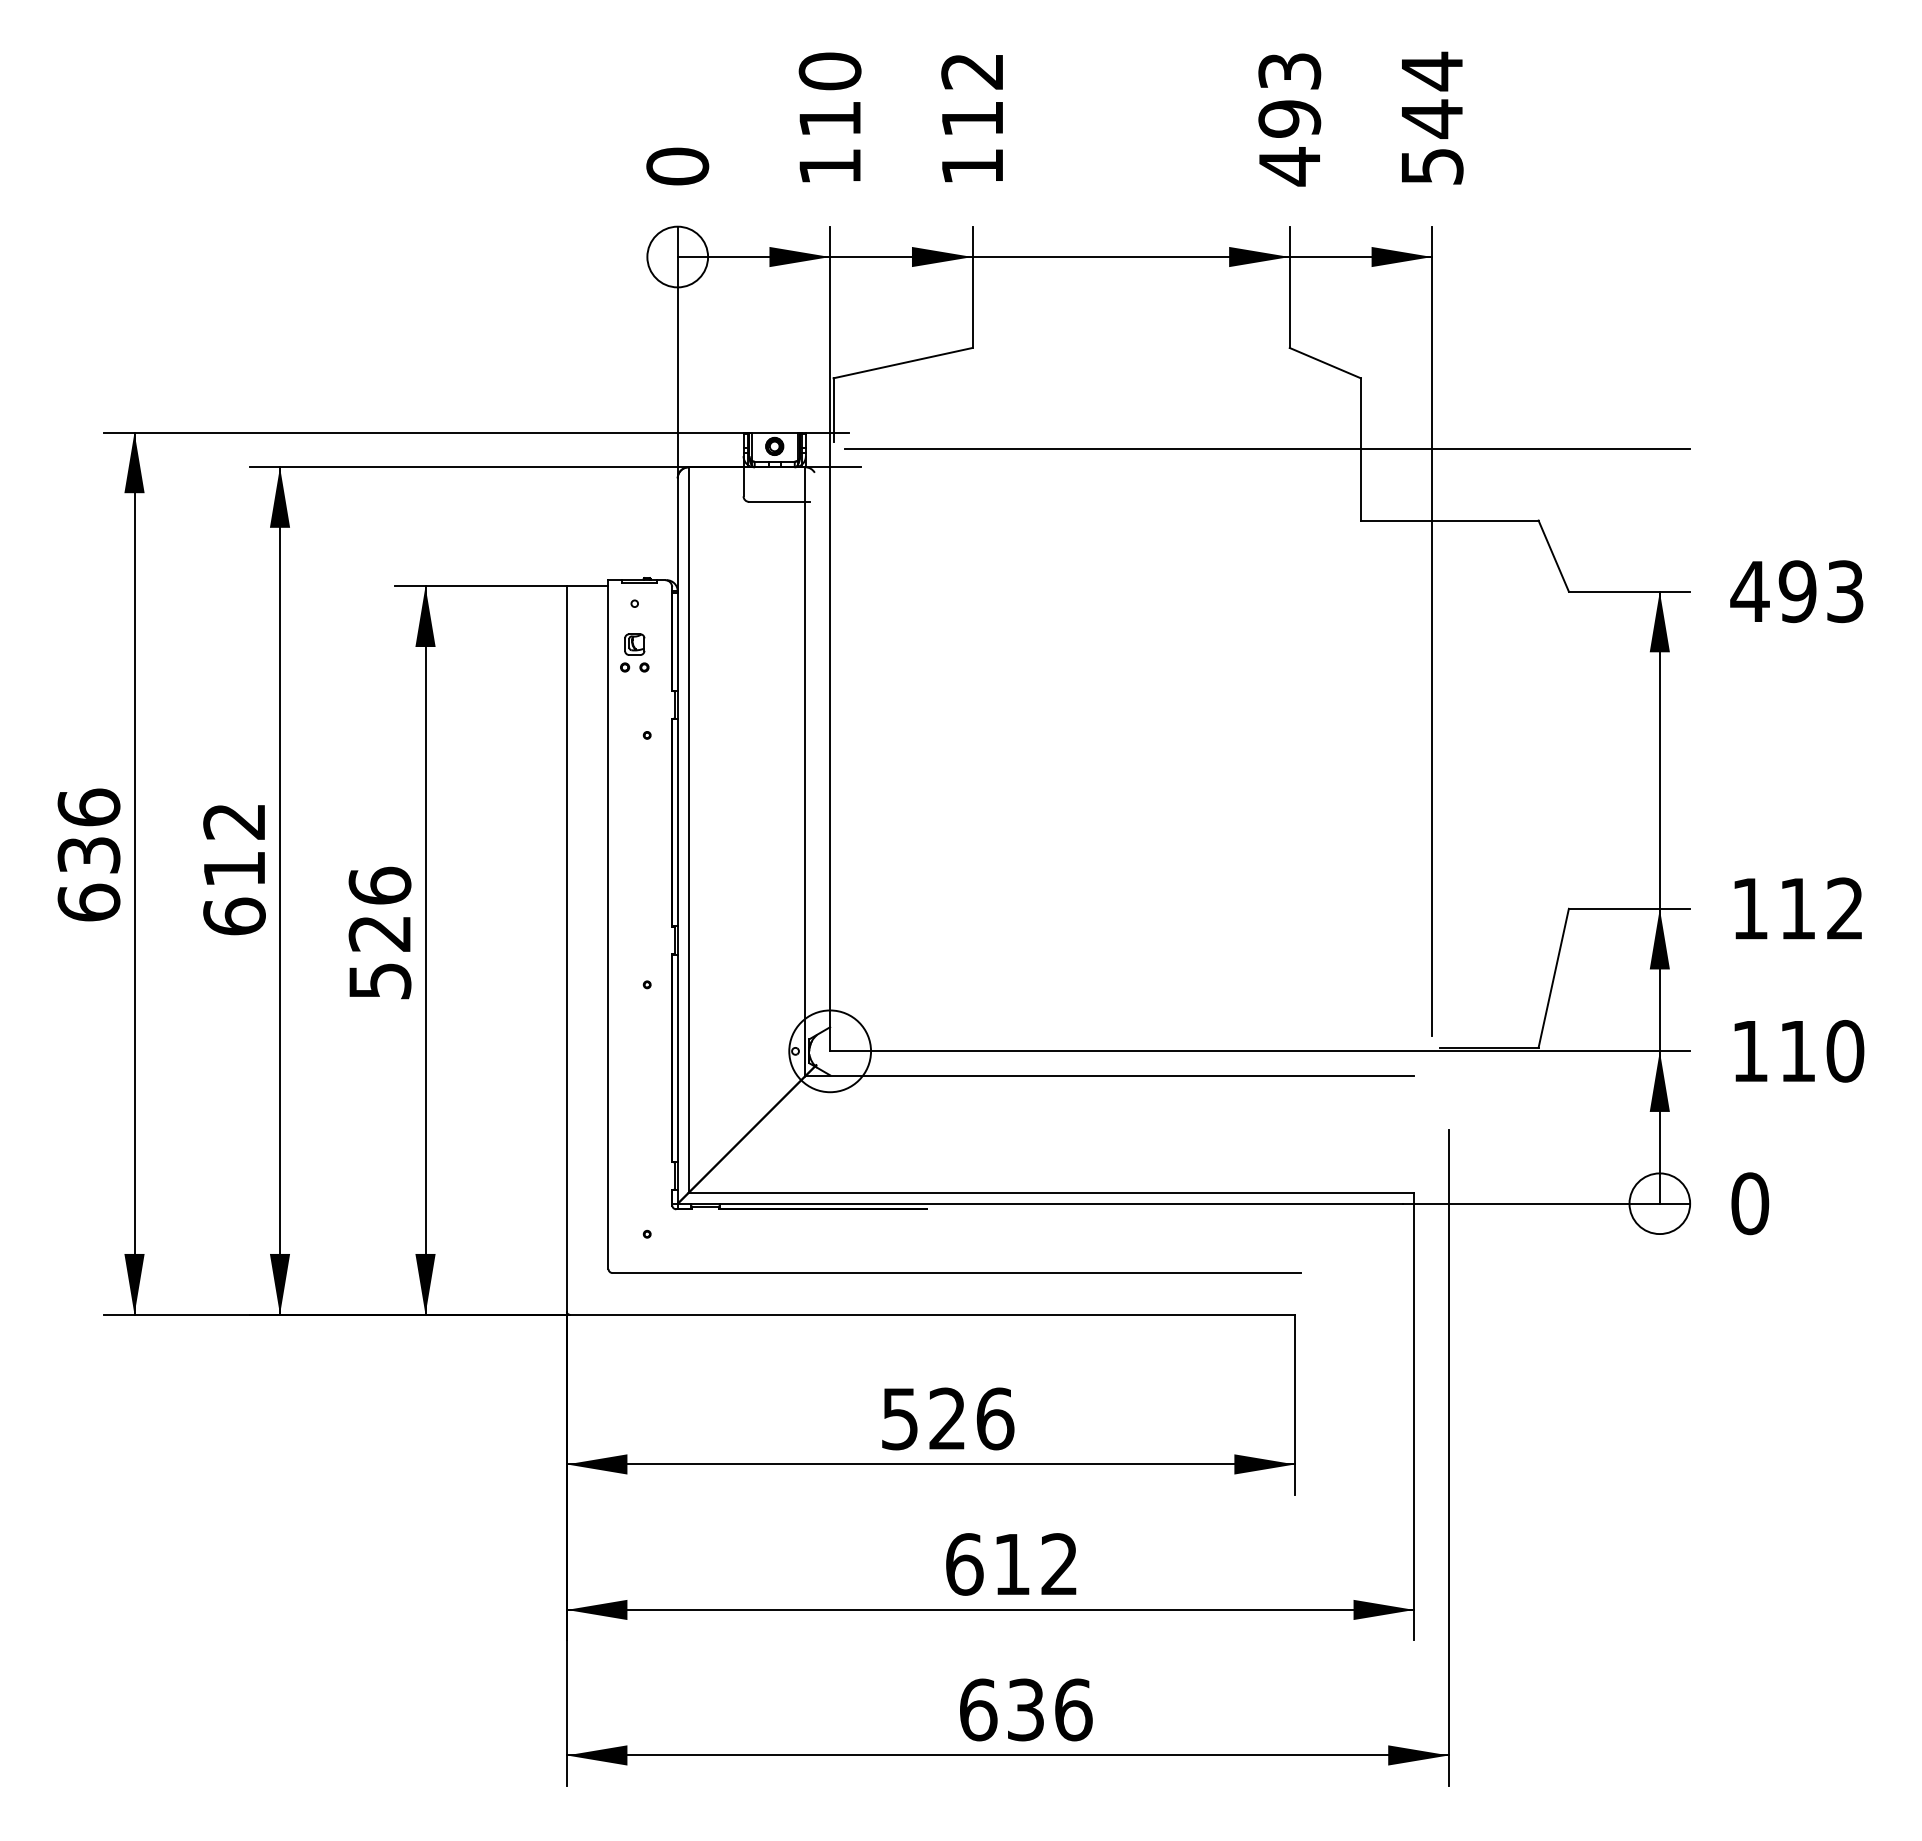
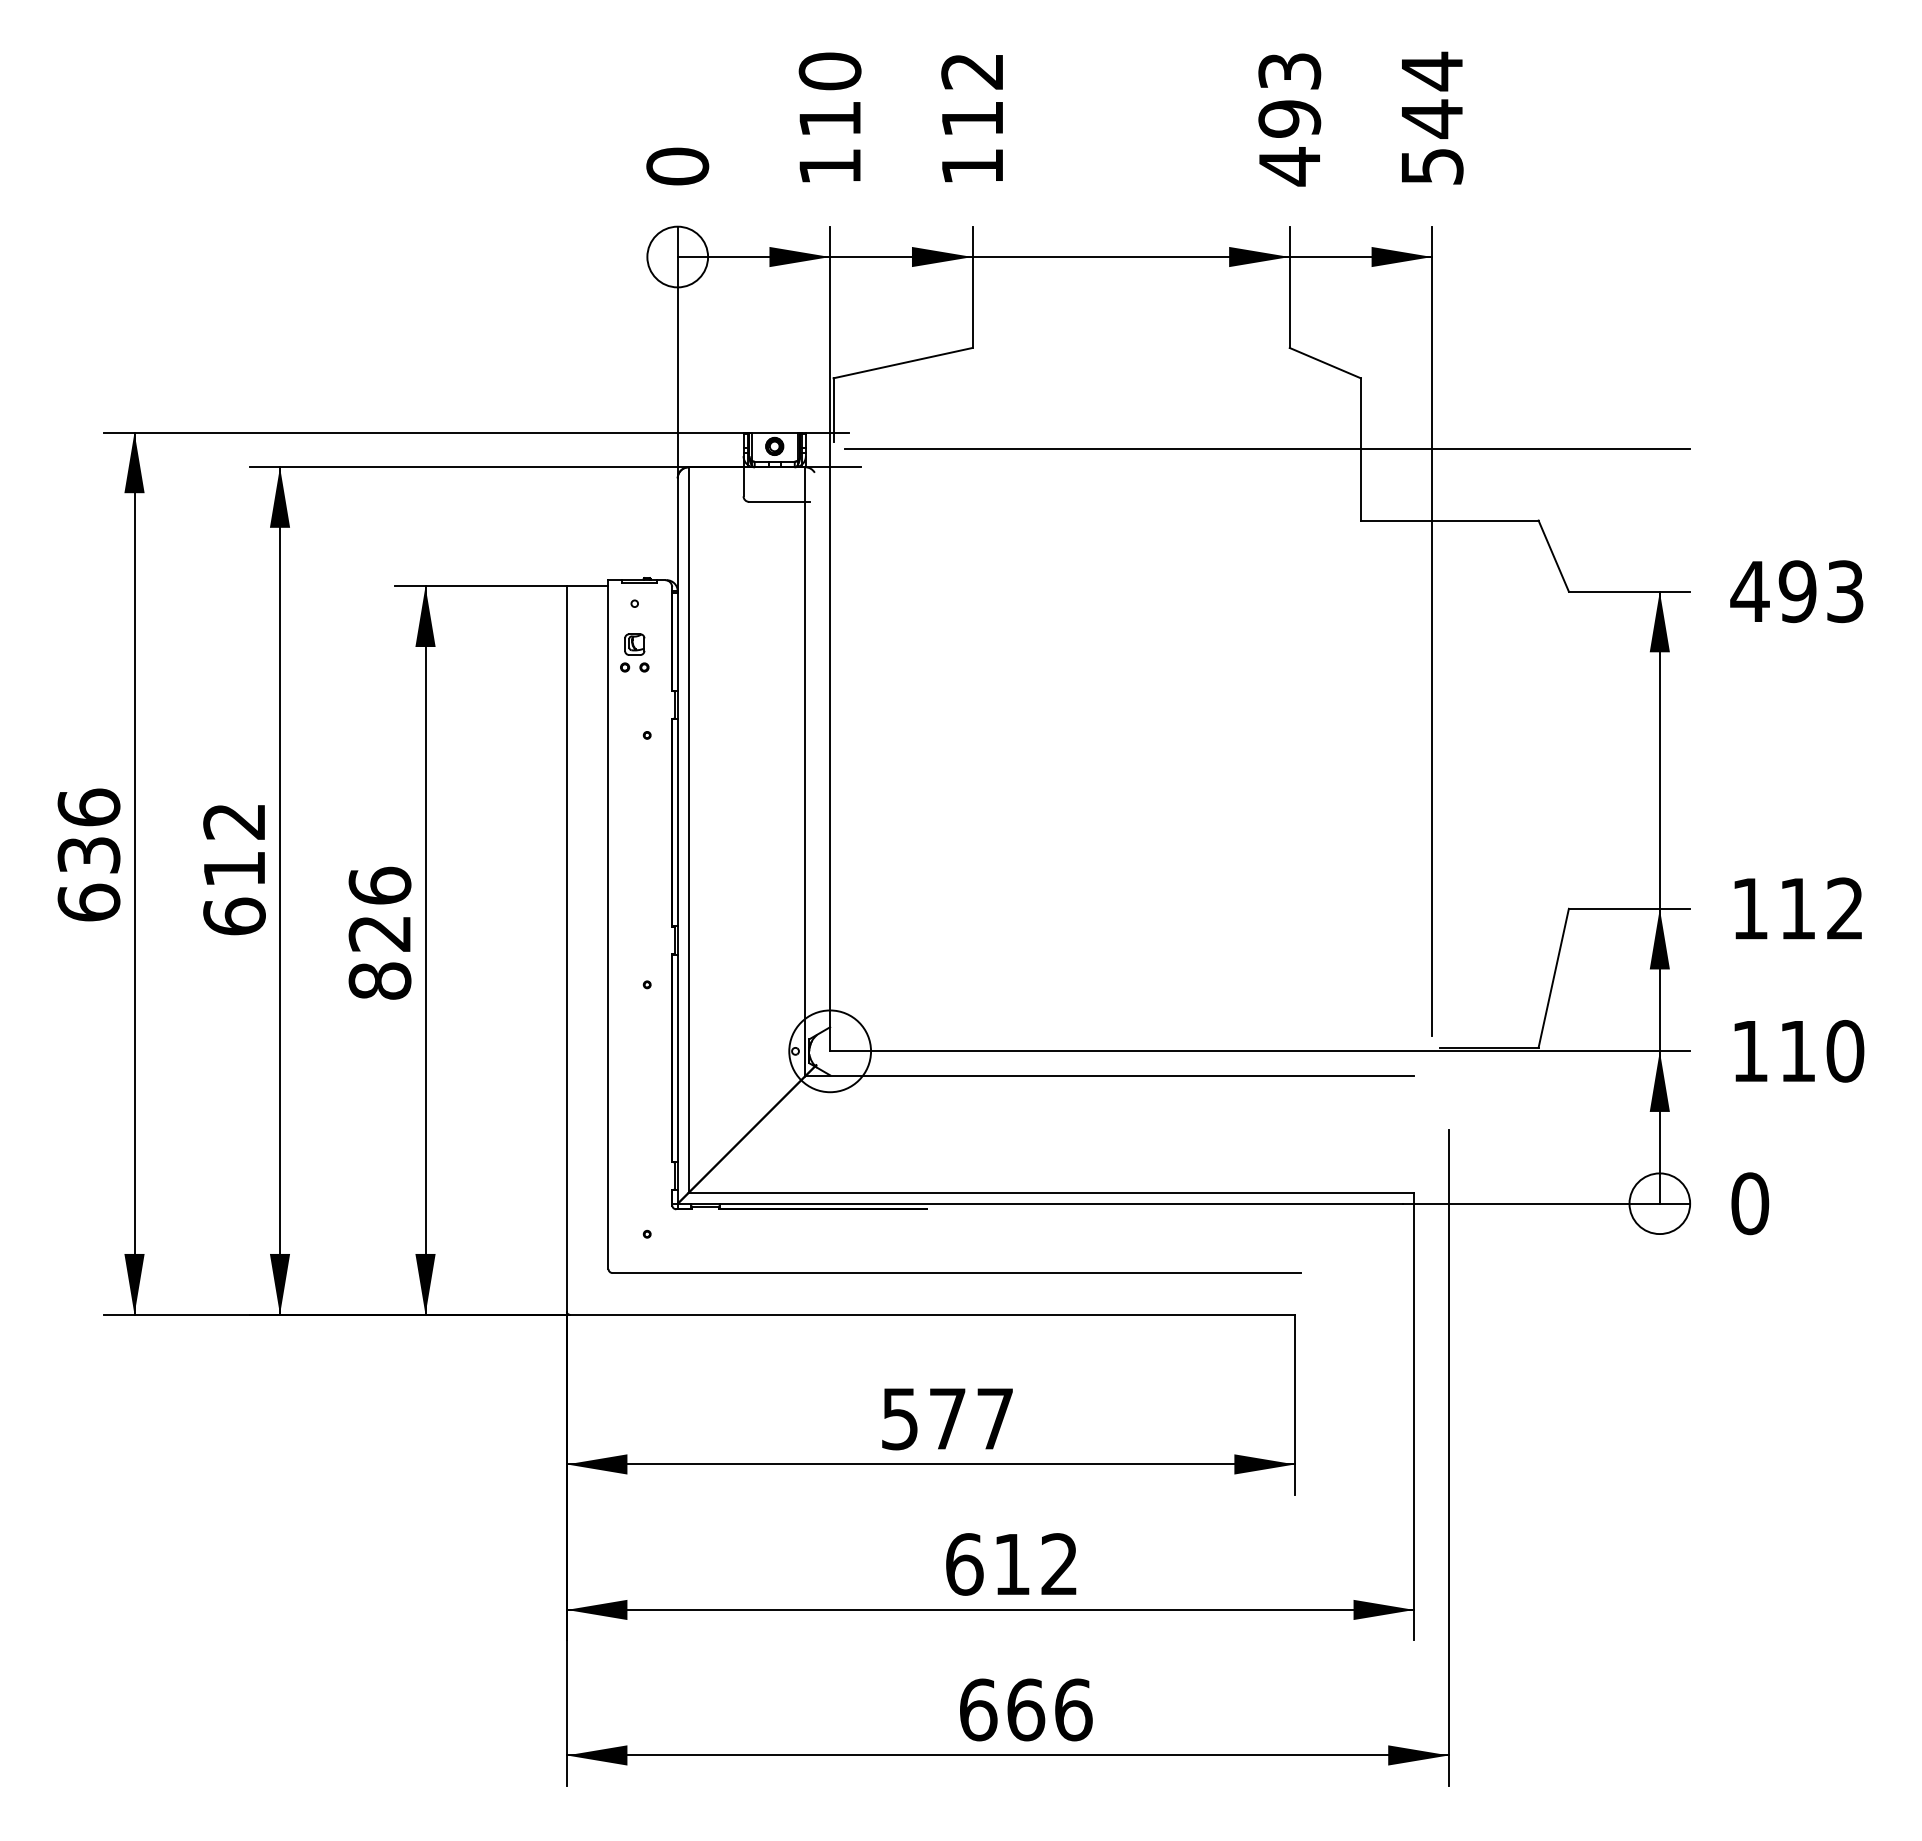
text at (379, 980): 526 -> 826
text at (971, 1418): 526 -> 577
text at (1026, 1709): 636 -> 666
